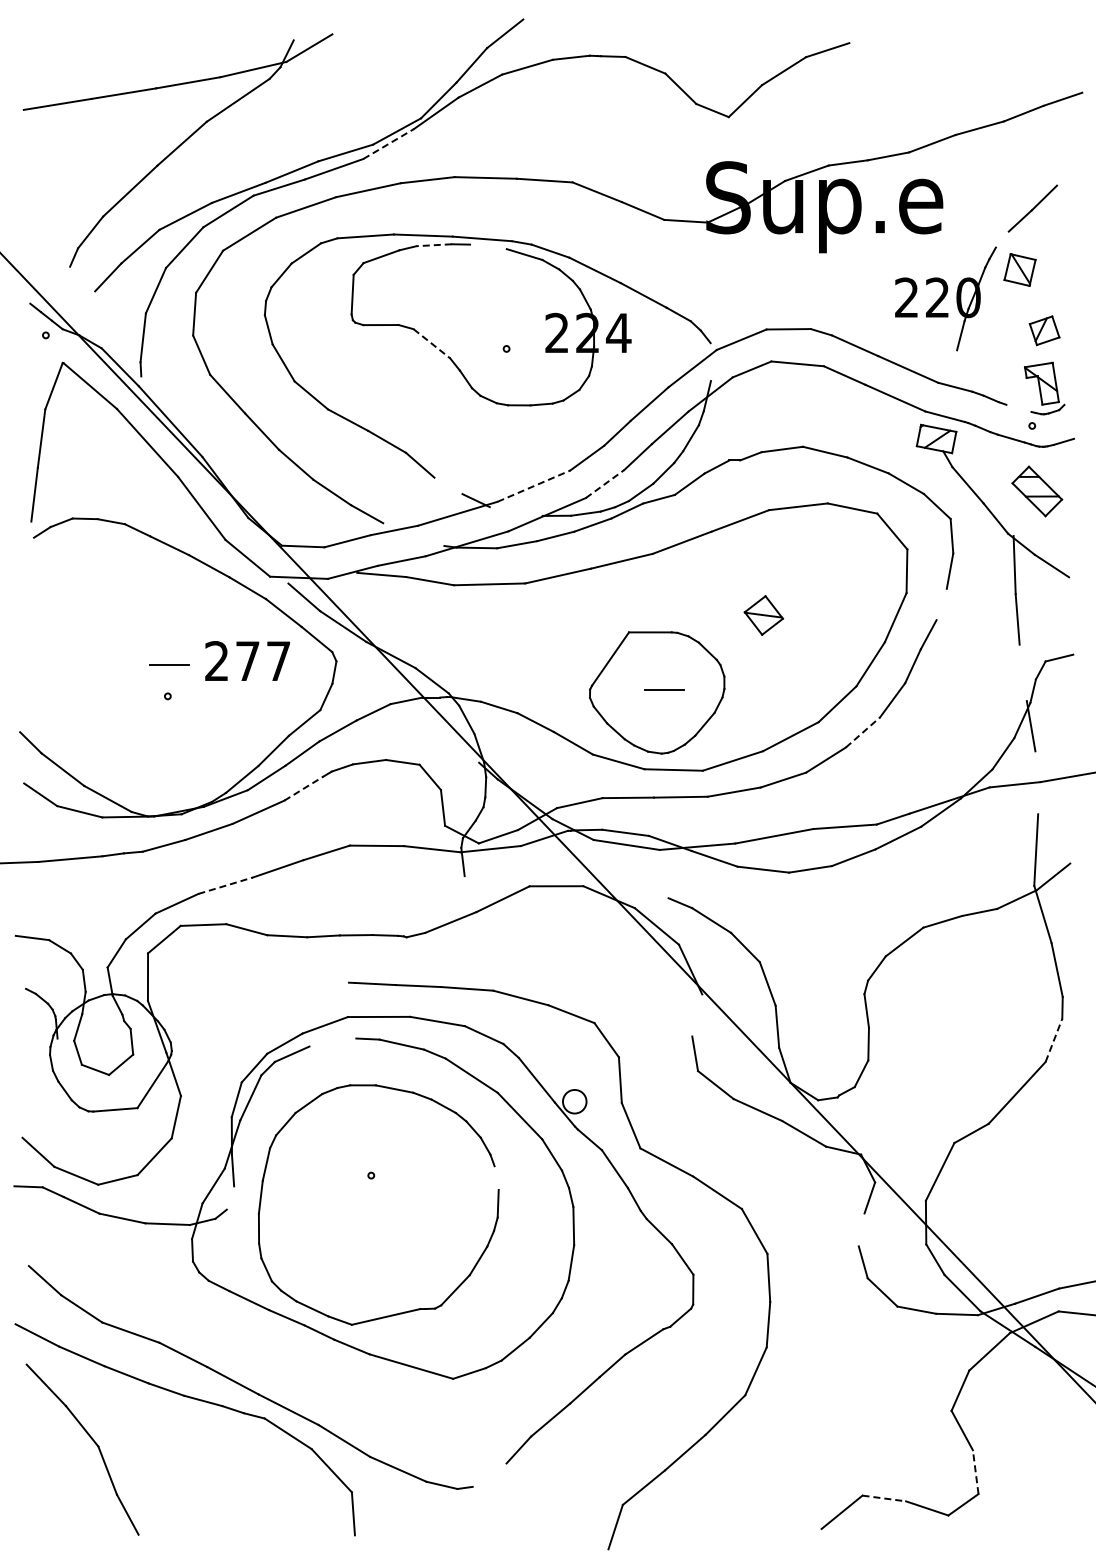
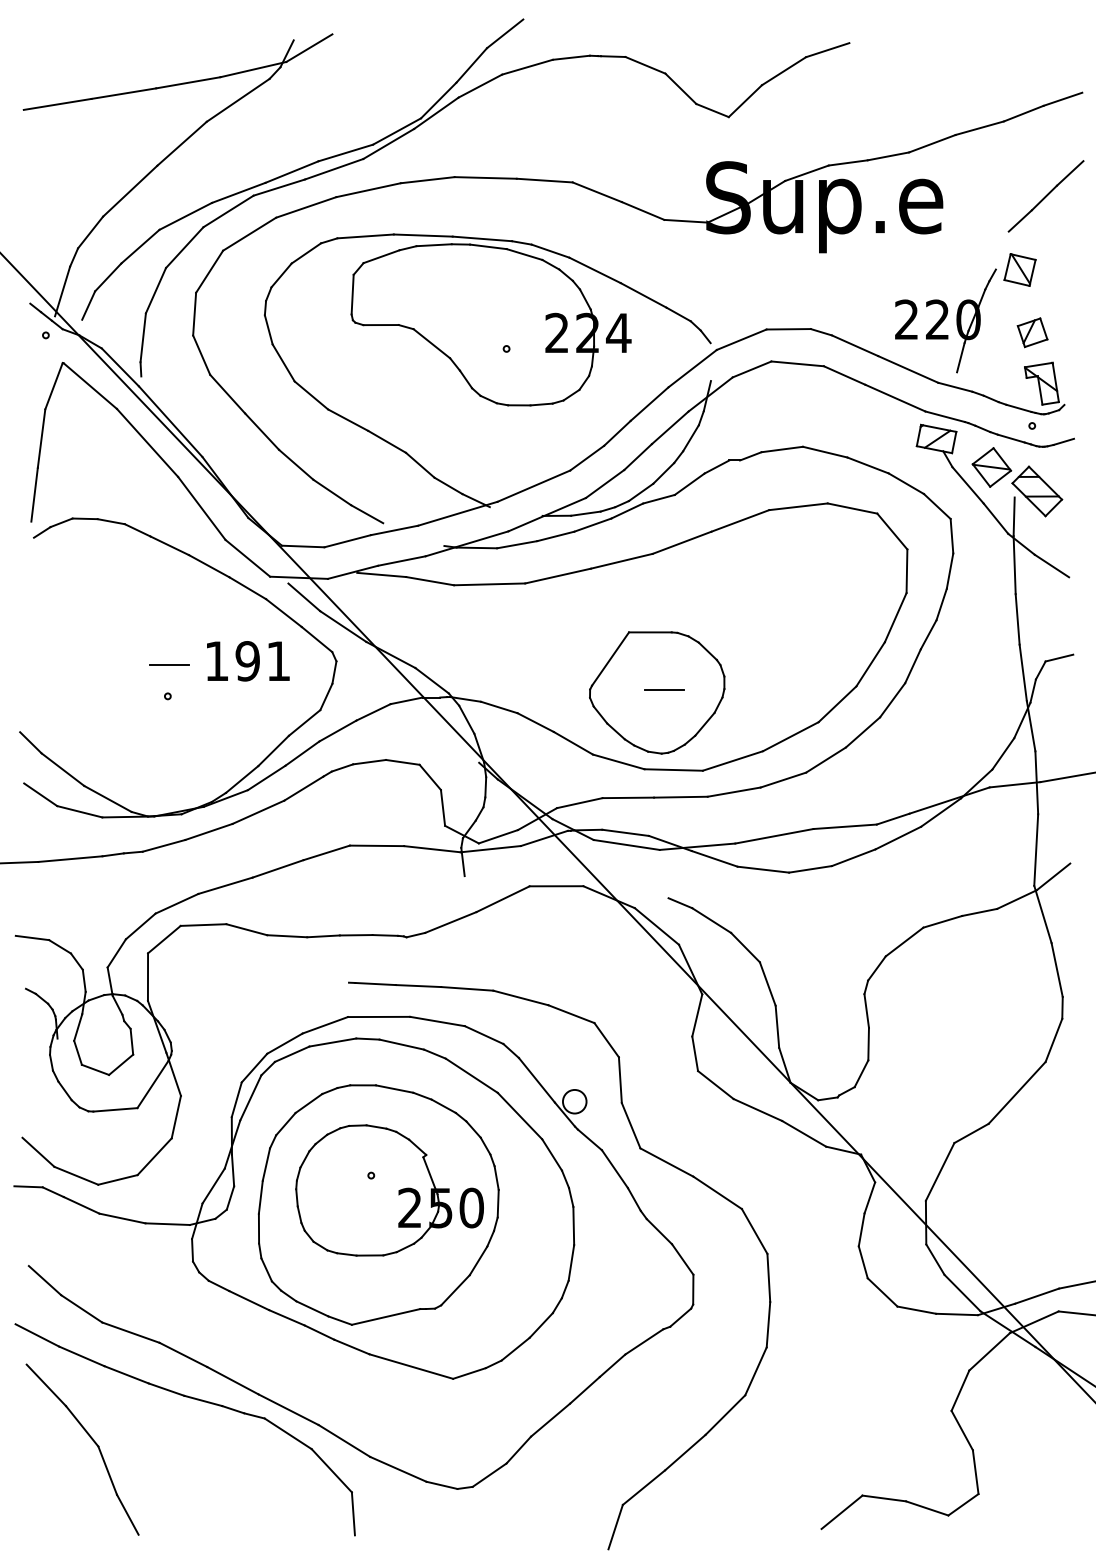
line at (389, 143): dashed -> solid
line at (1070, 173): none -> present
line at (434, 245): dashed -> solid
line at (488, 246): none -> present
line at (62, 291): none -> present
part at (945, 298) position: (945, 298) -> (945, 320)
line at (88, 305): none -> present
part at (1044, 330) position: (1044, 330) -> (1032, 332)
line at (432, 344): dashed -> solid
line at (1018, 407): none -> present
line at (605, 484): dashed -> solid
line at (448, 485): none -> present
line at (533, 486): dashed -> solid
line at (1013, 516): none -> present
line at (941, 604): none -> present
part at (763, 615) position: (763, 615) -> (991, 467)
text at (247, 661): 277 -> 191
line at (1022, 672): none -> present
line at (863, 732): dashed -> solid
line at (1036, 782): none -> present
line at (303, 788): dashed -> solid
line at (226, 885): dashed -> solid
line at (697, 1015): none -> present
line at (1054, 1039): dashed -> solid
line at (332, 1042): none -> present
line at (496, 1177): none -> present
part at (389, 1190): none -> present
line at (230, 1197): none -> present
line at (861, 1229): none -> present
line at (975, 1471): dashed -> solid
line at (489, 1474): none -> present
line at (884, 1498): dashed -> solid
